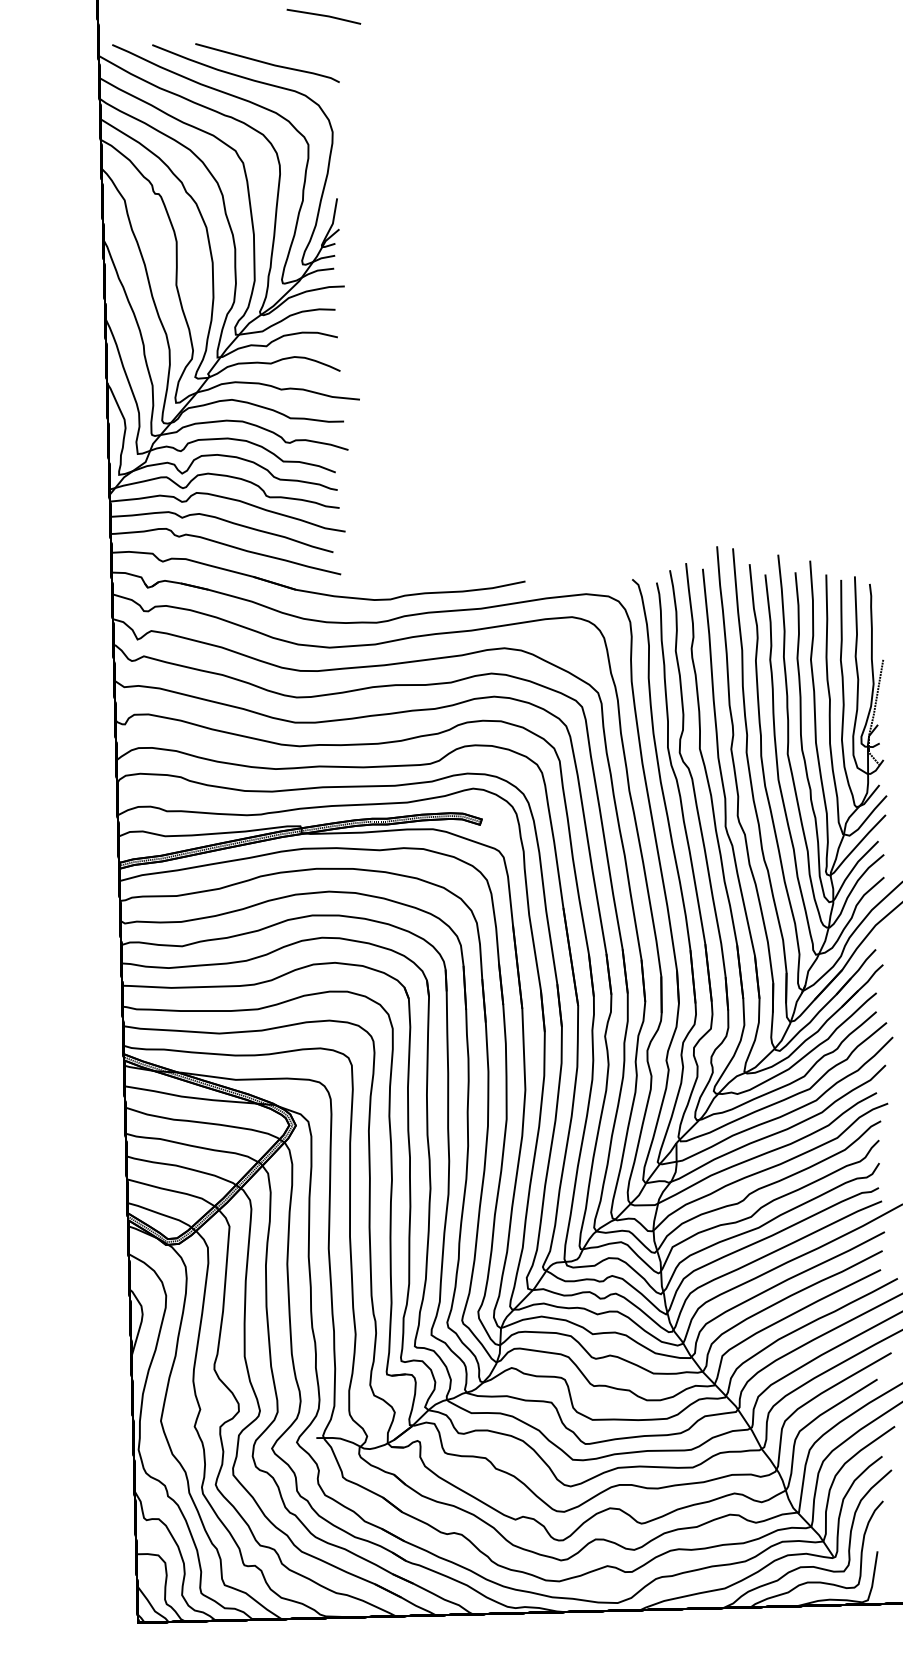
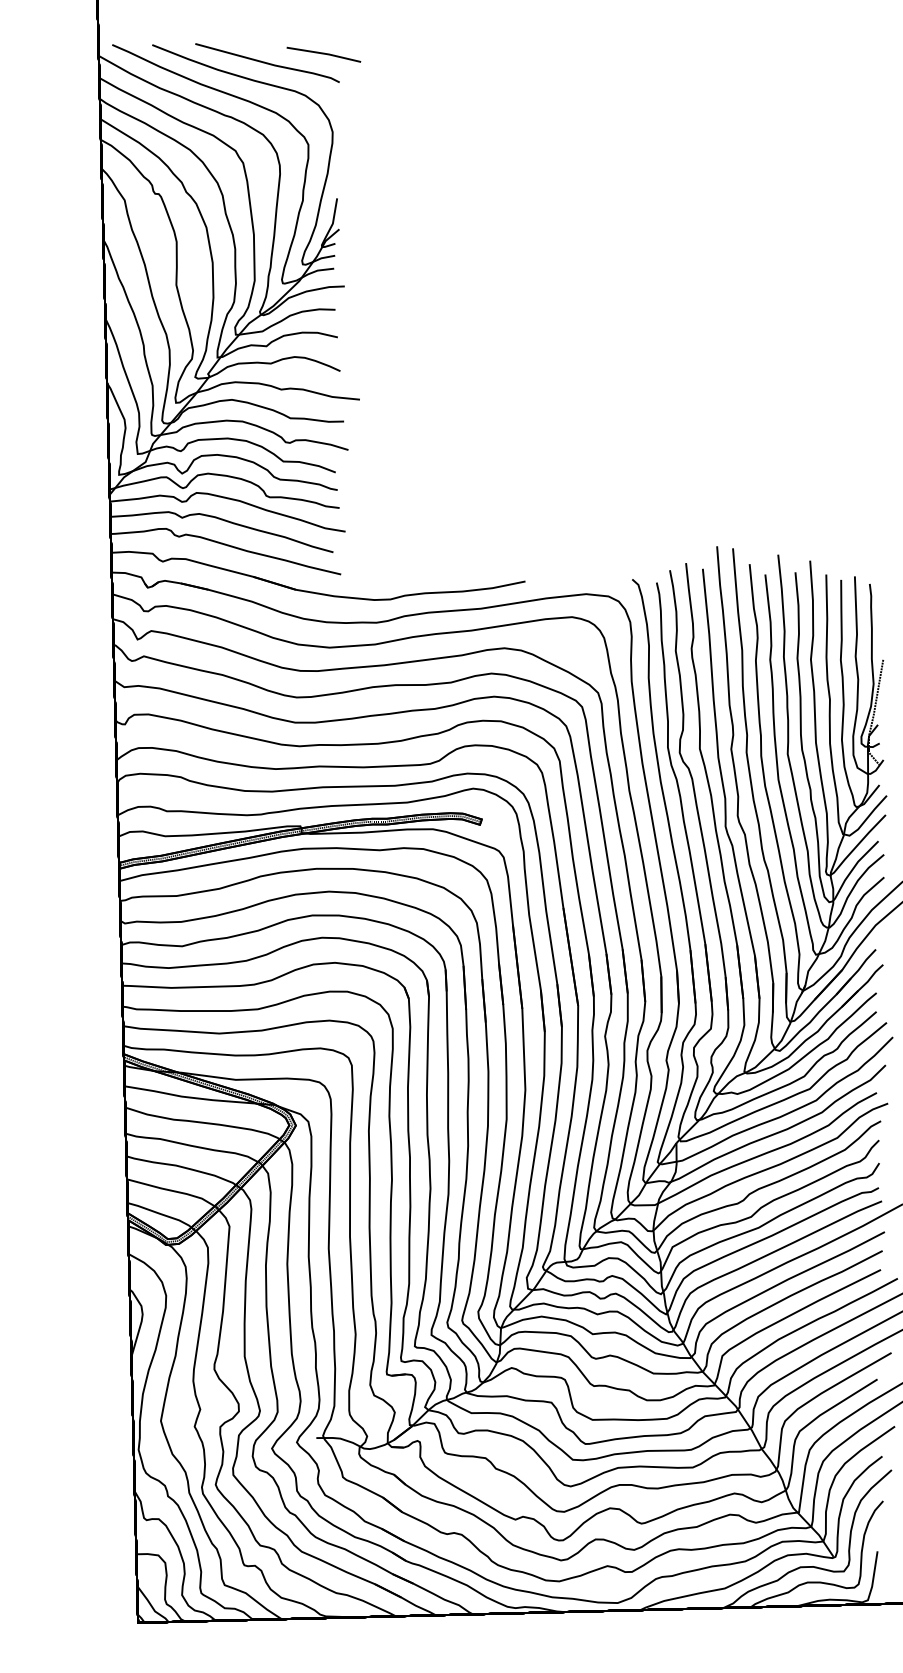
line at (323, 16) position: (323, 16) -> (323, 54)
